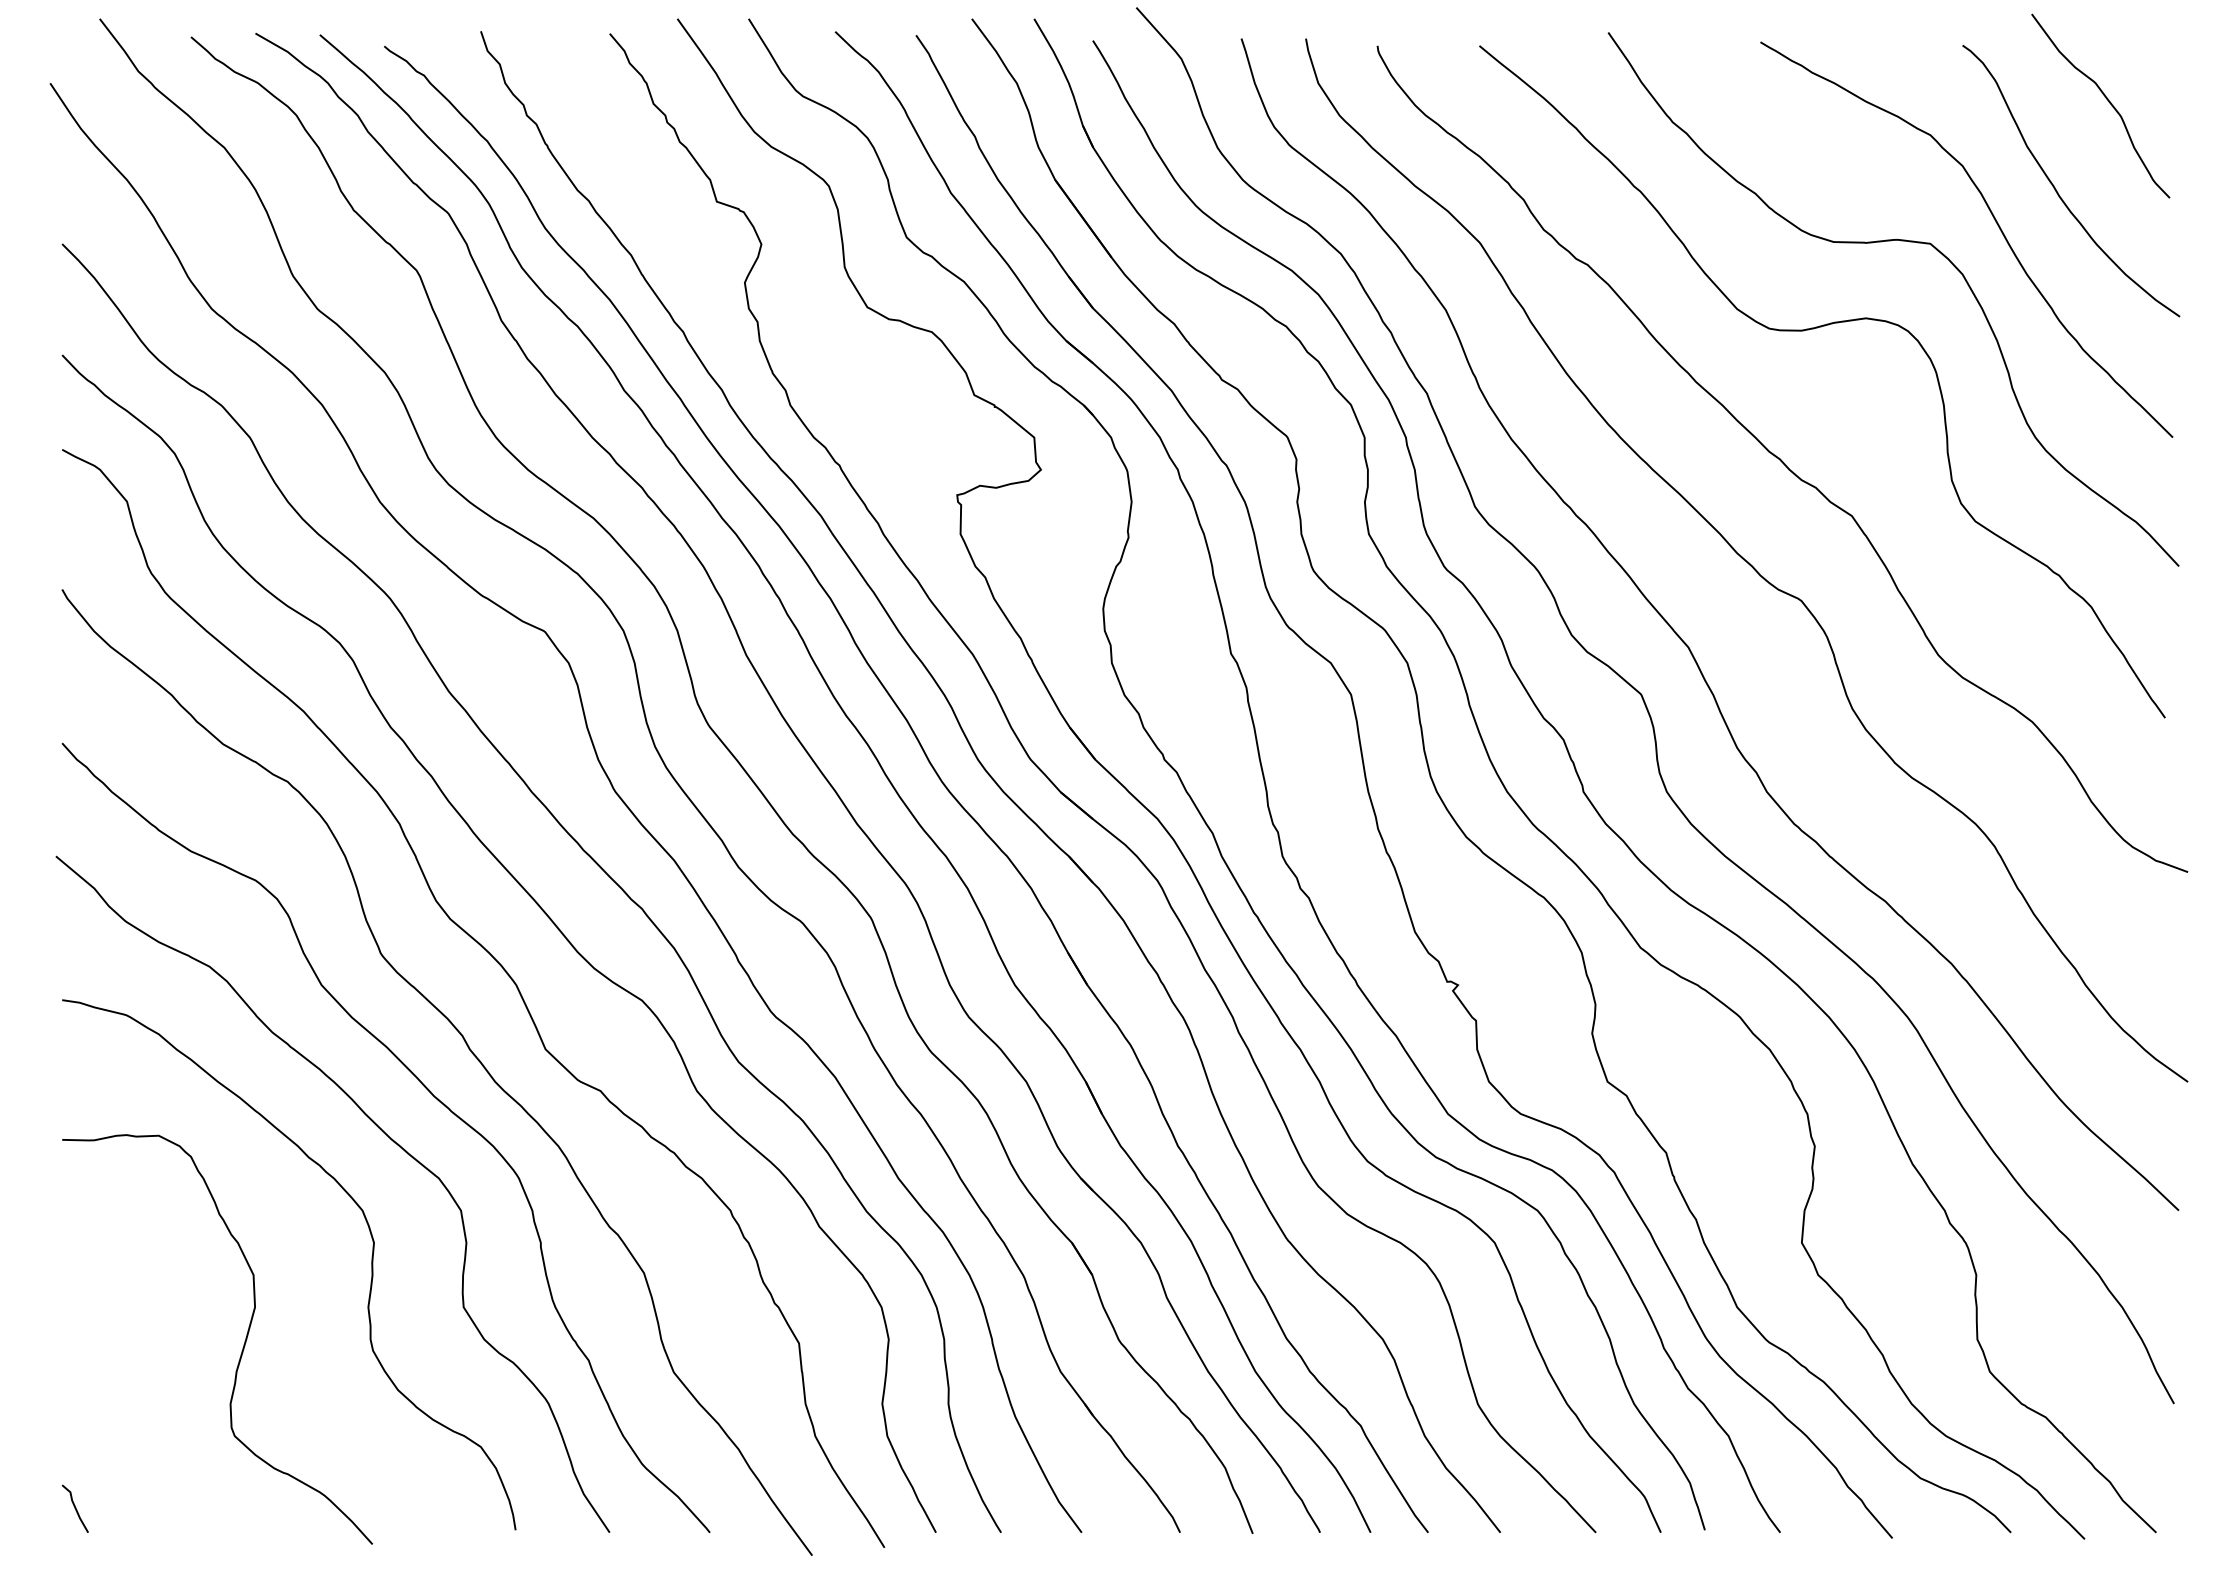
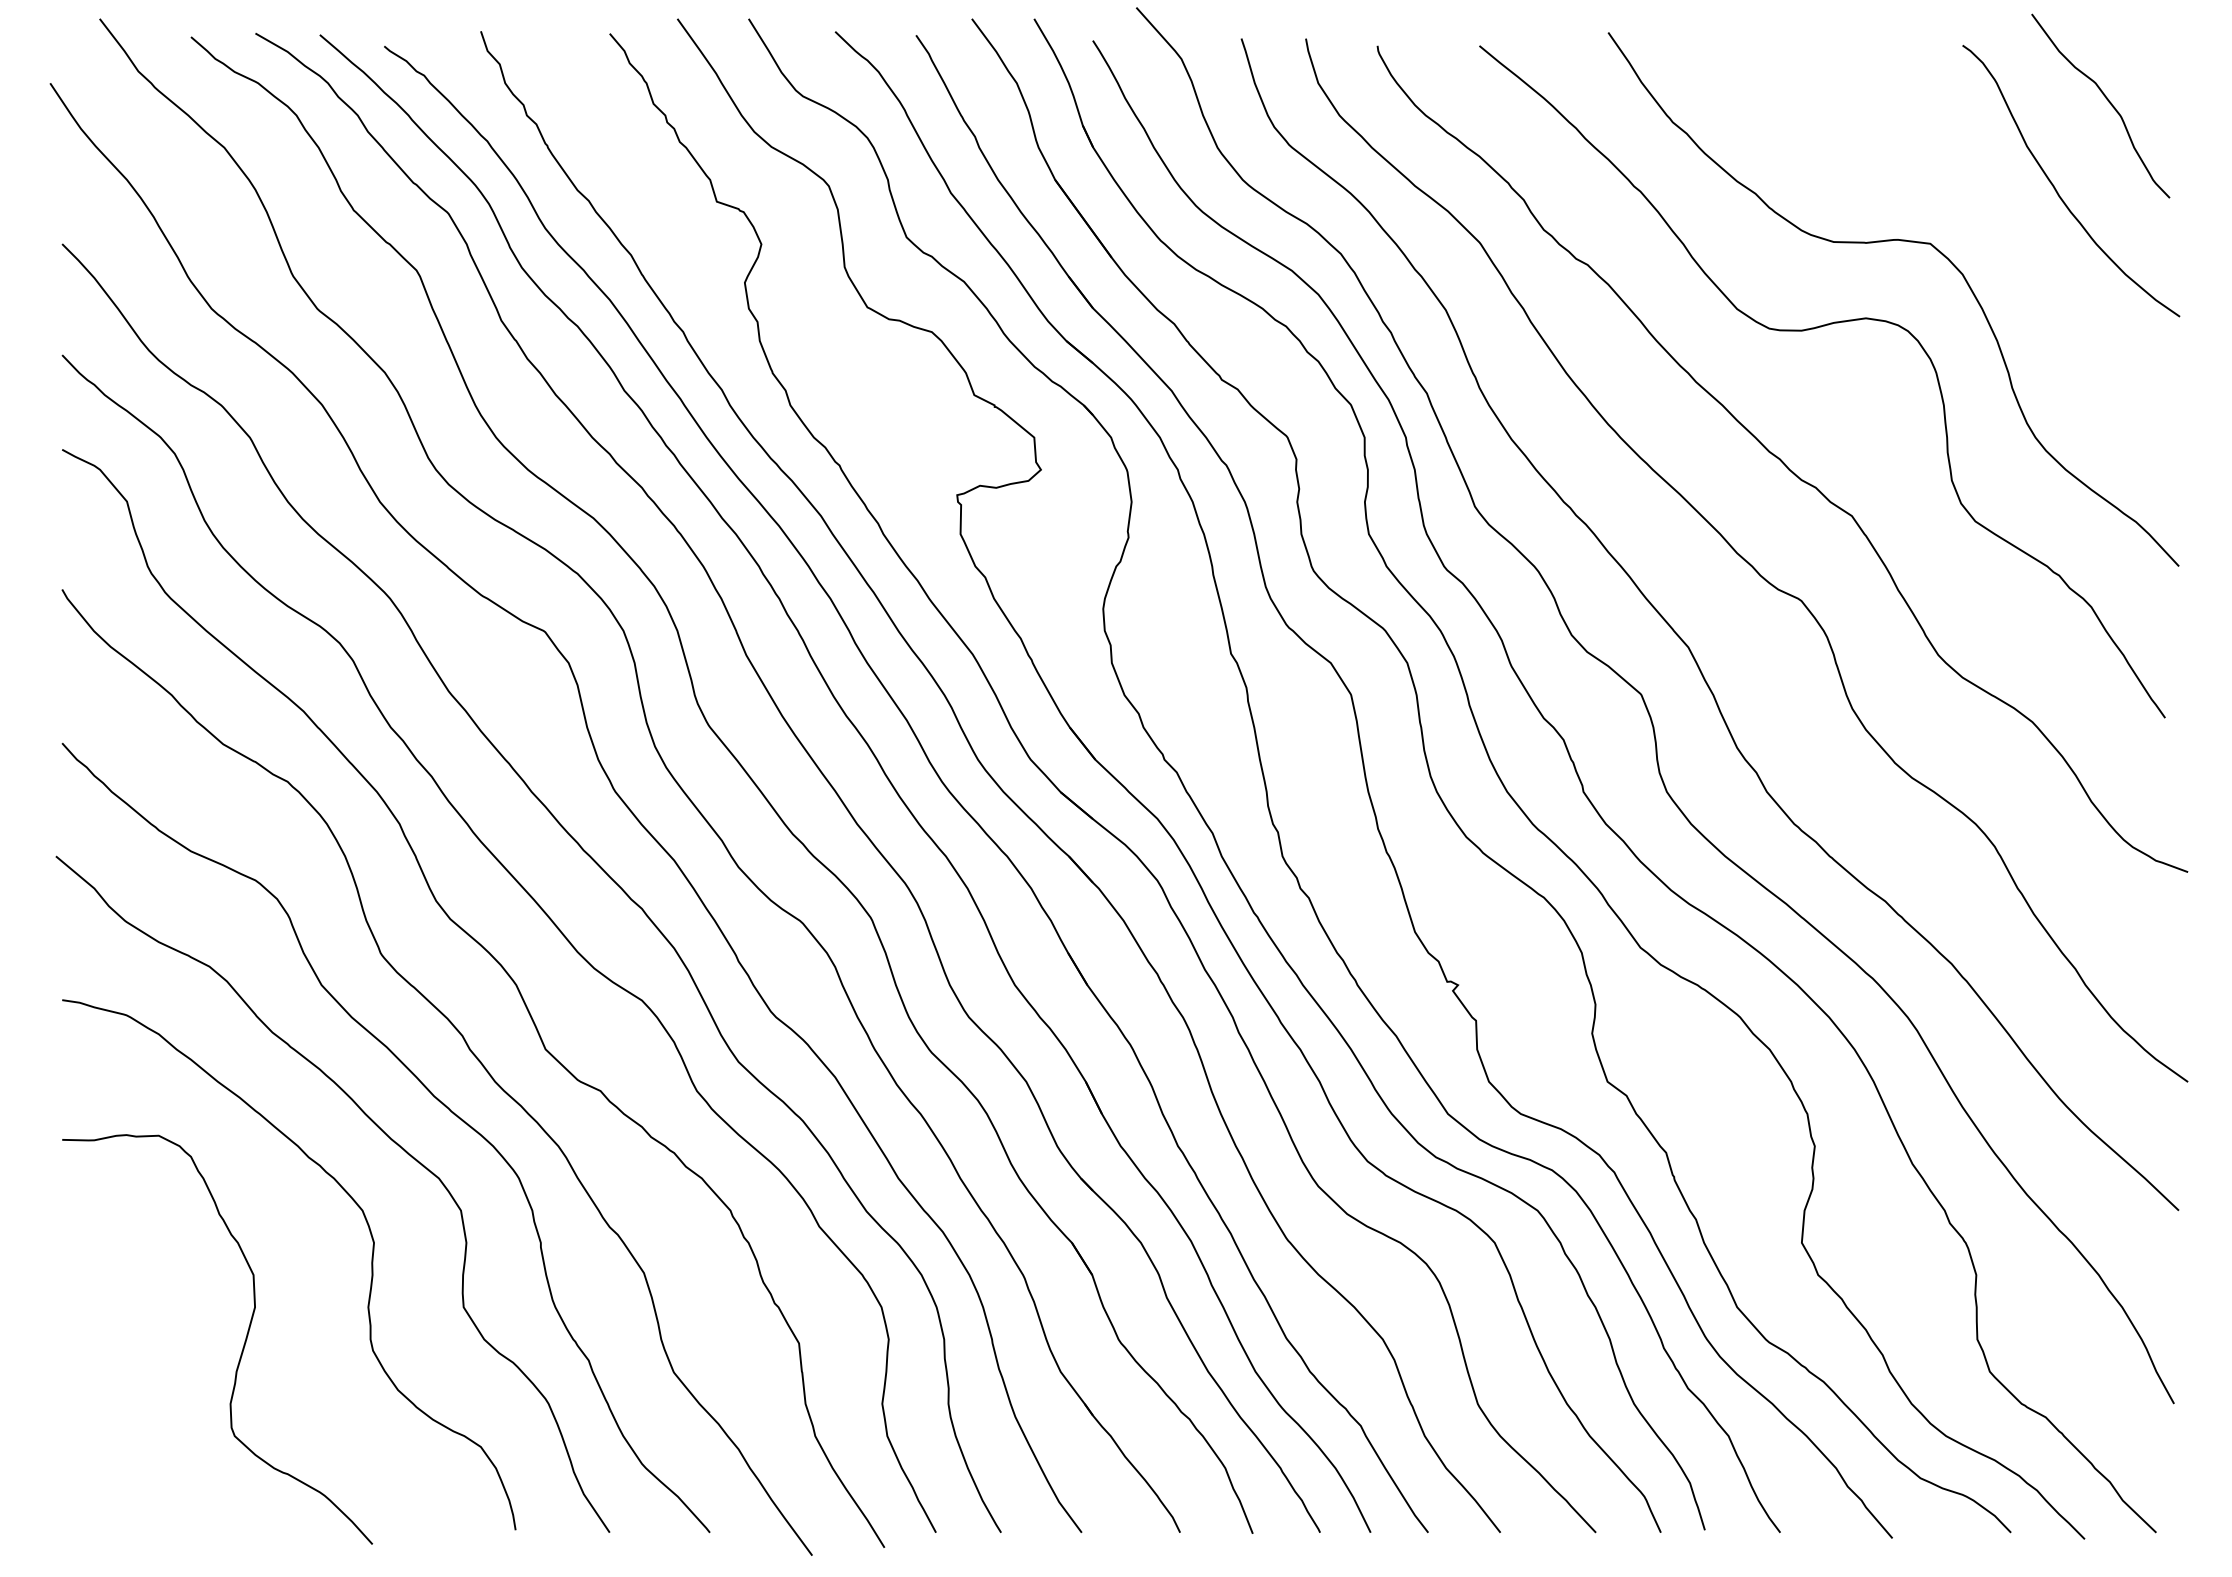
curve at (1995, 222): present -> none
line at (74, 1508): present -> none
